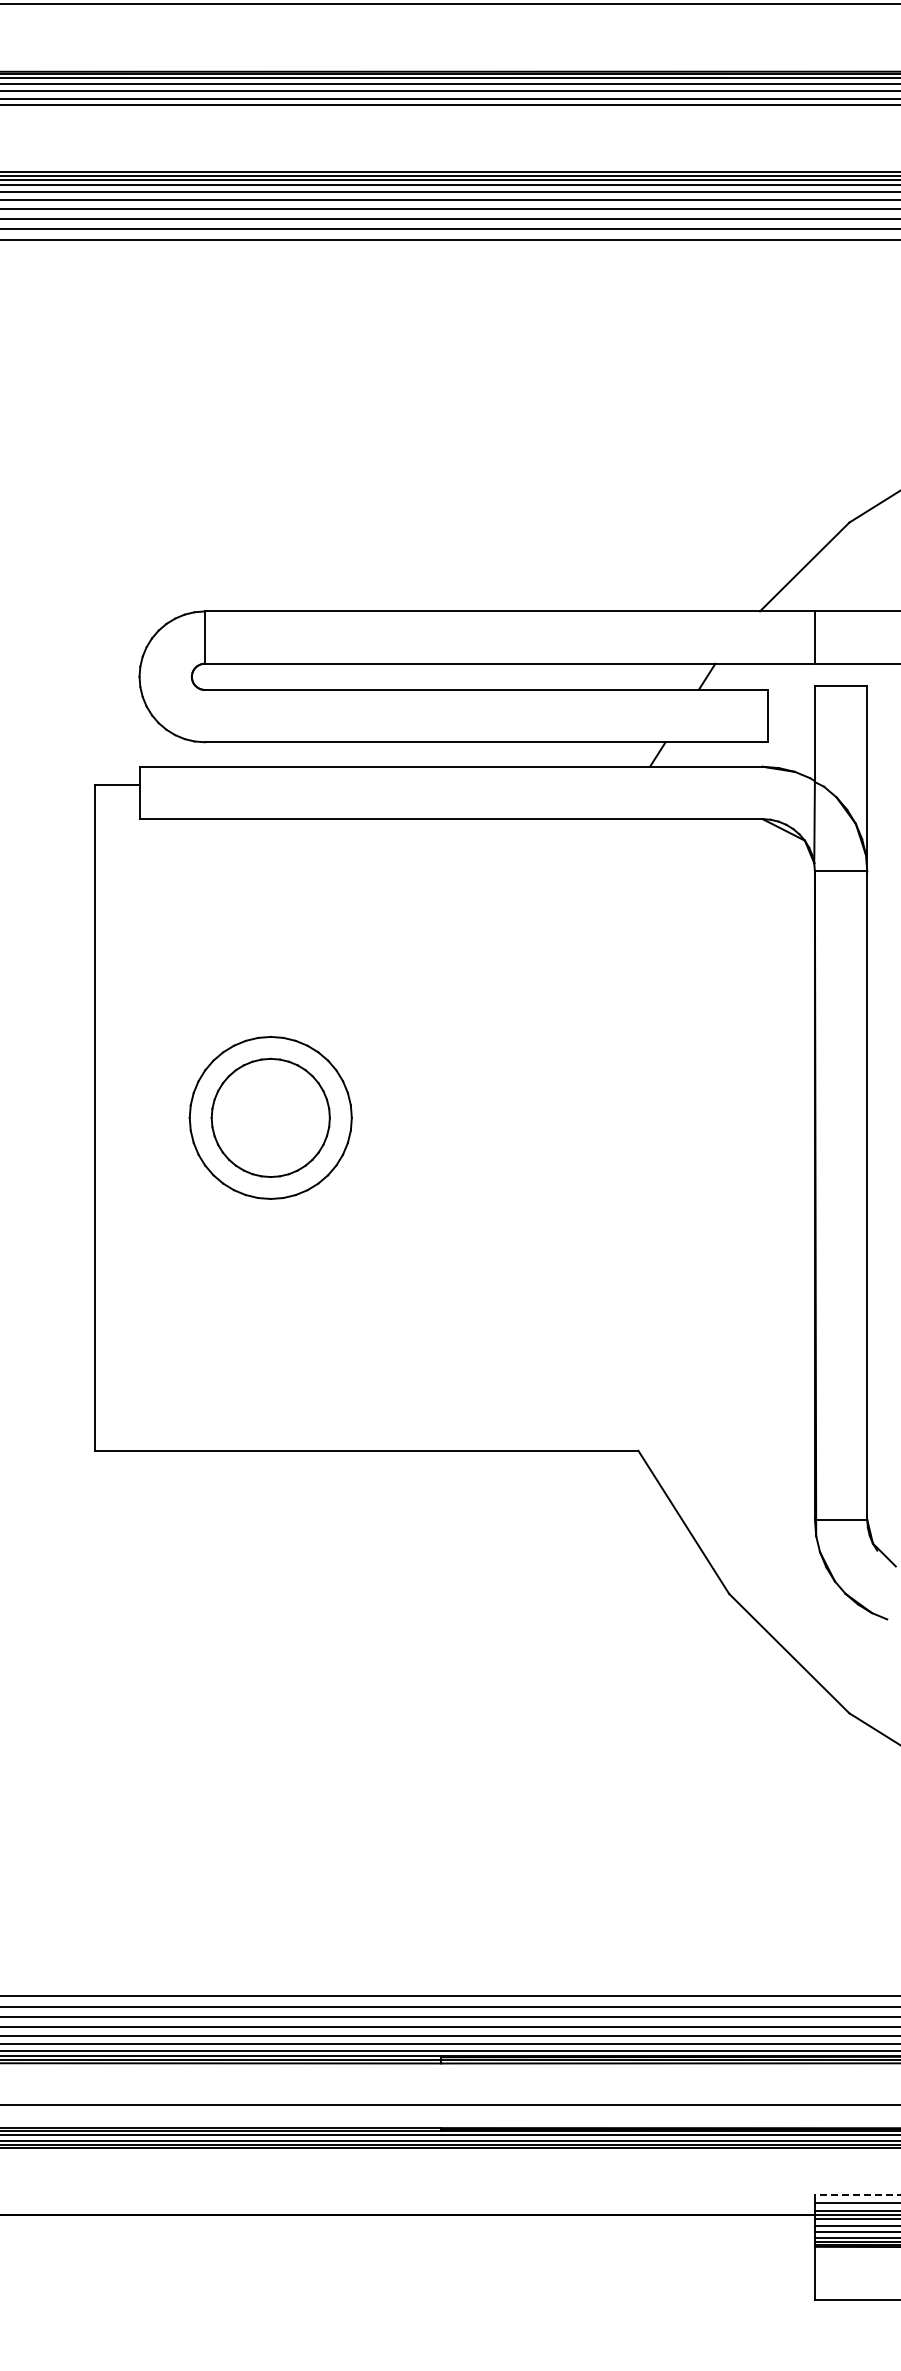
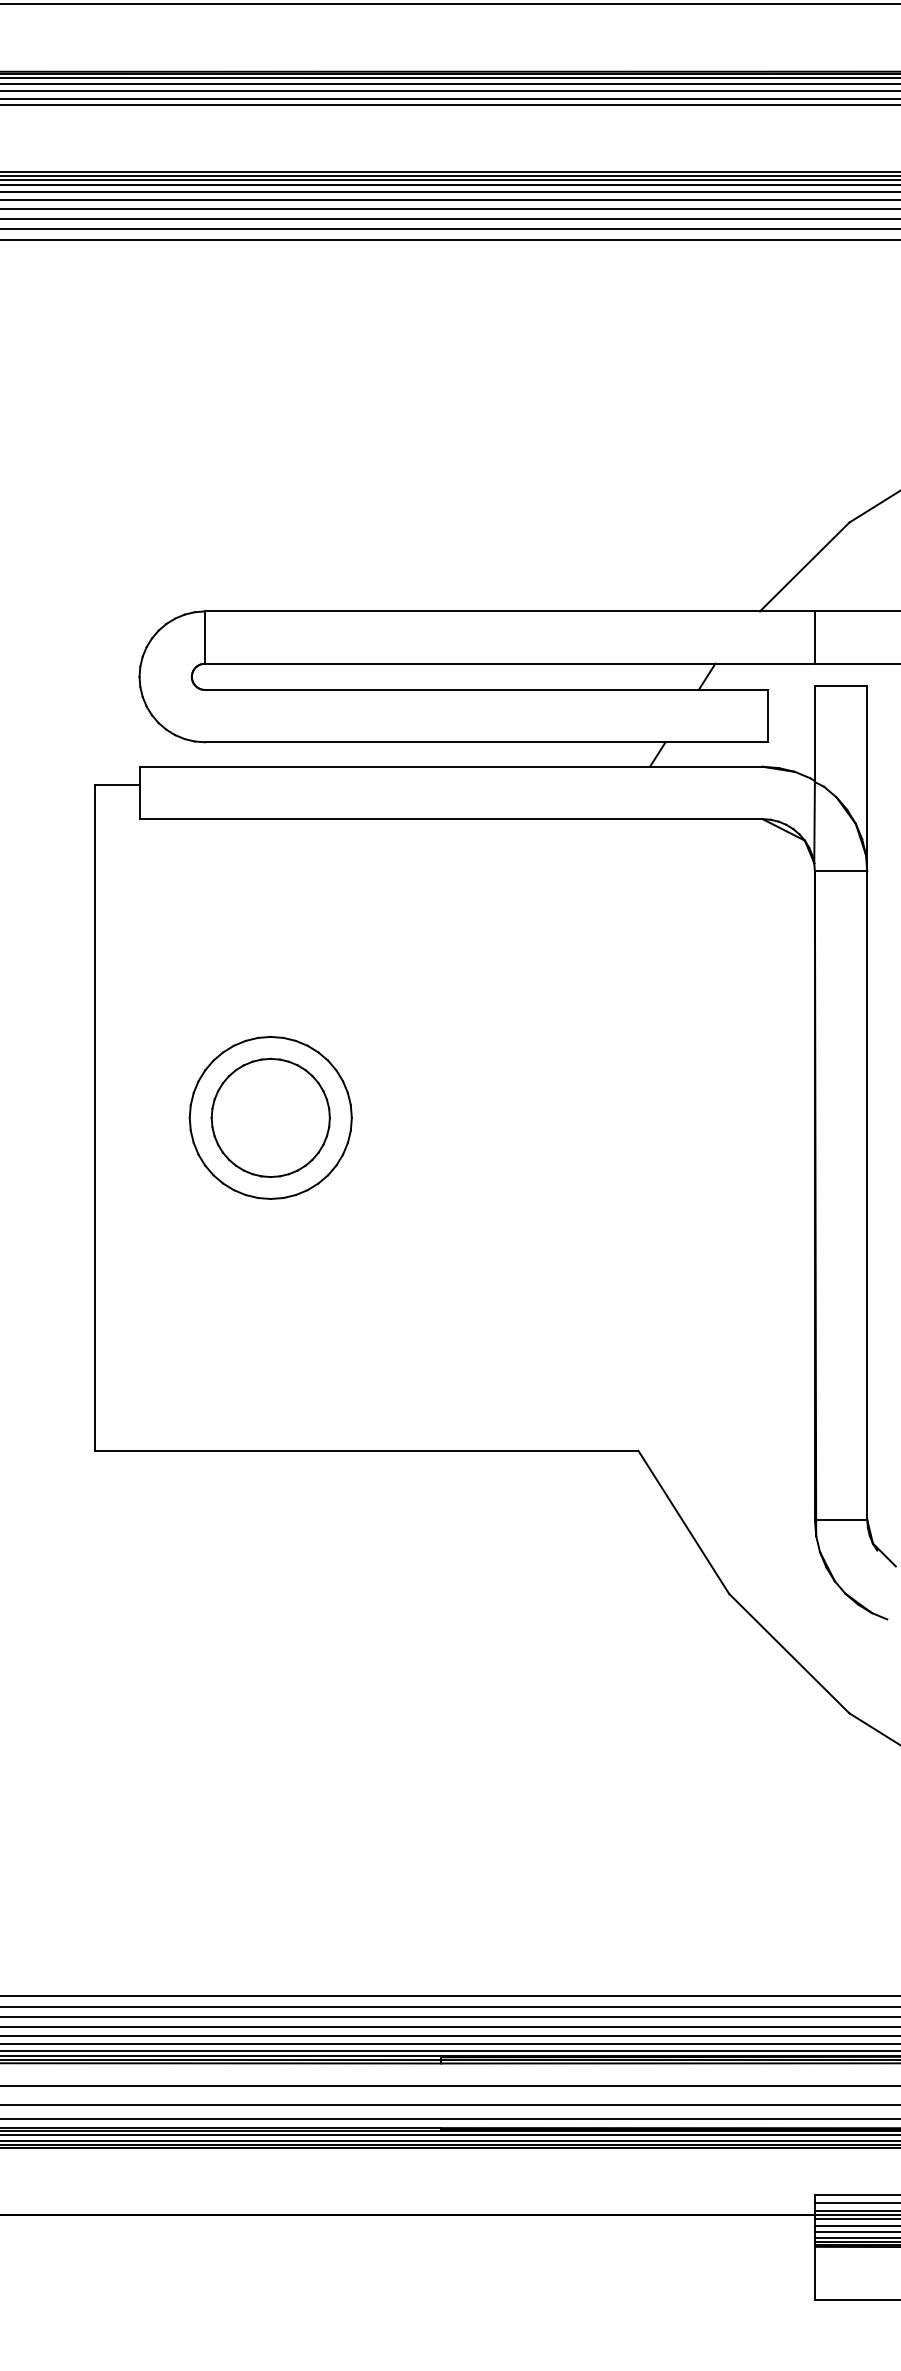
line at (449, 2086): none -> present
line at (449, 2119): none -> present
line at (857, 2195): dashed -> solid
